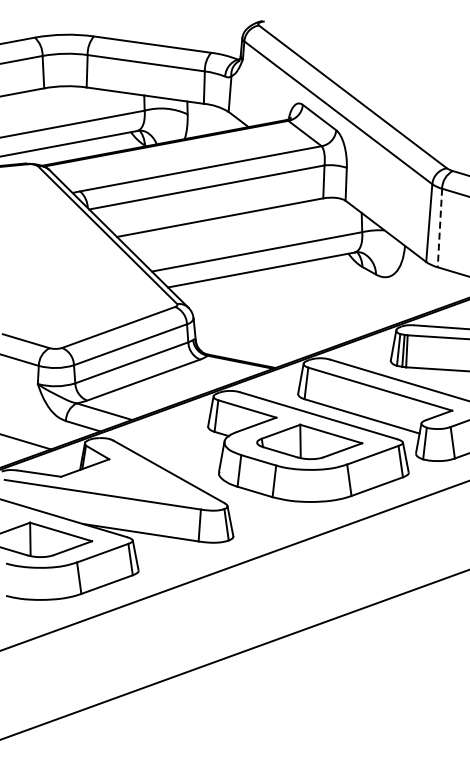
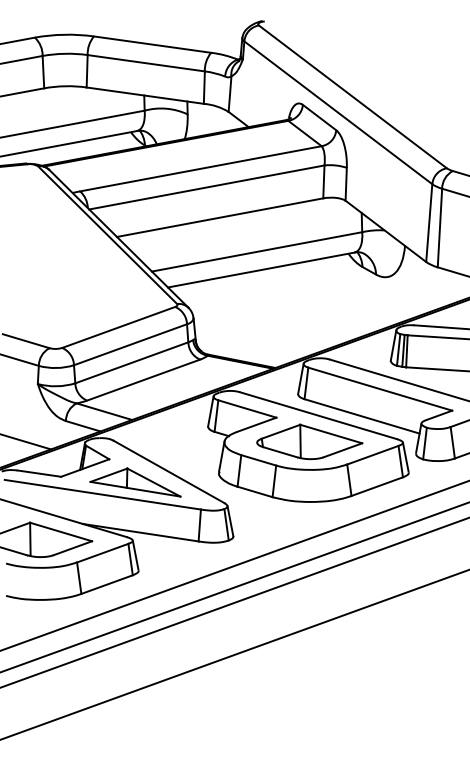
line at (439, 228): dashed -> solid
part at (135, 482): none -> present
line at (234, 587): none -> present
line at (234, 602): none -> present
